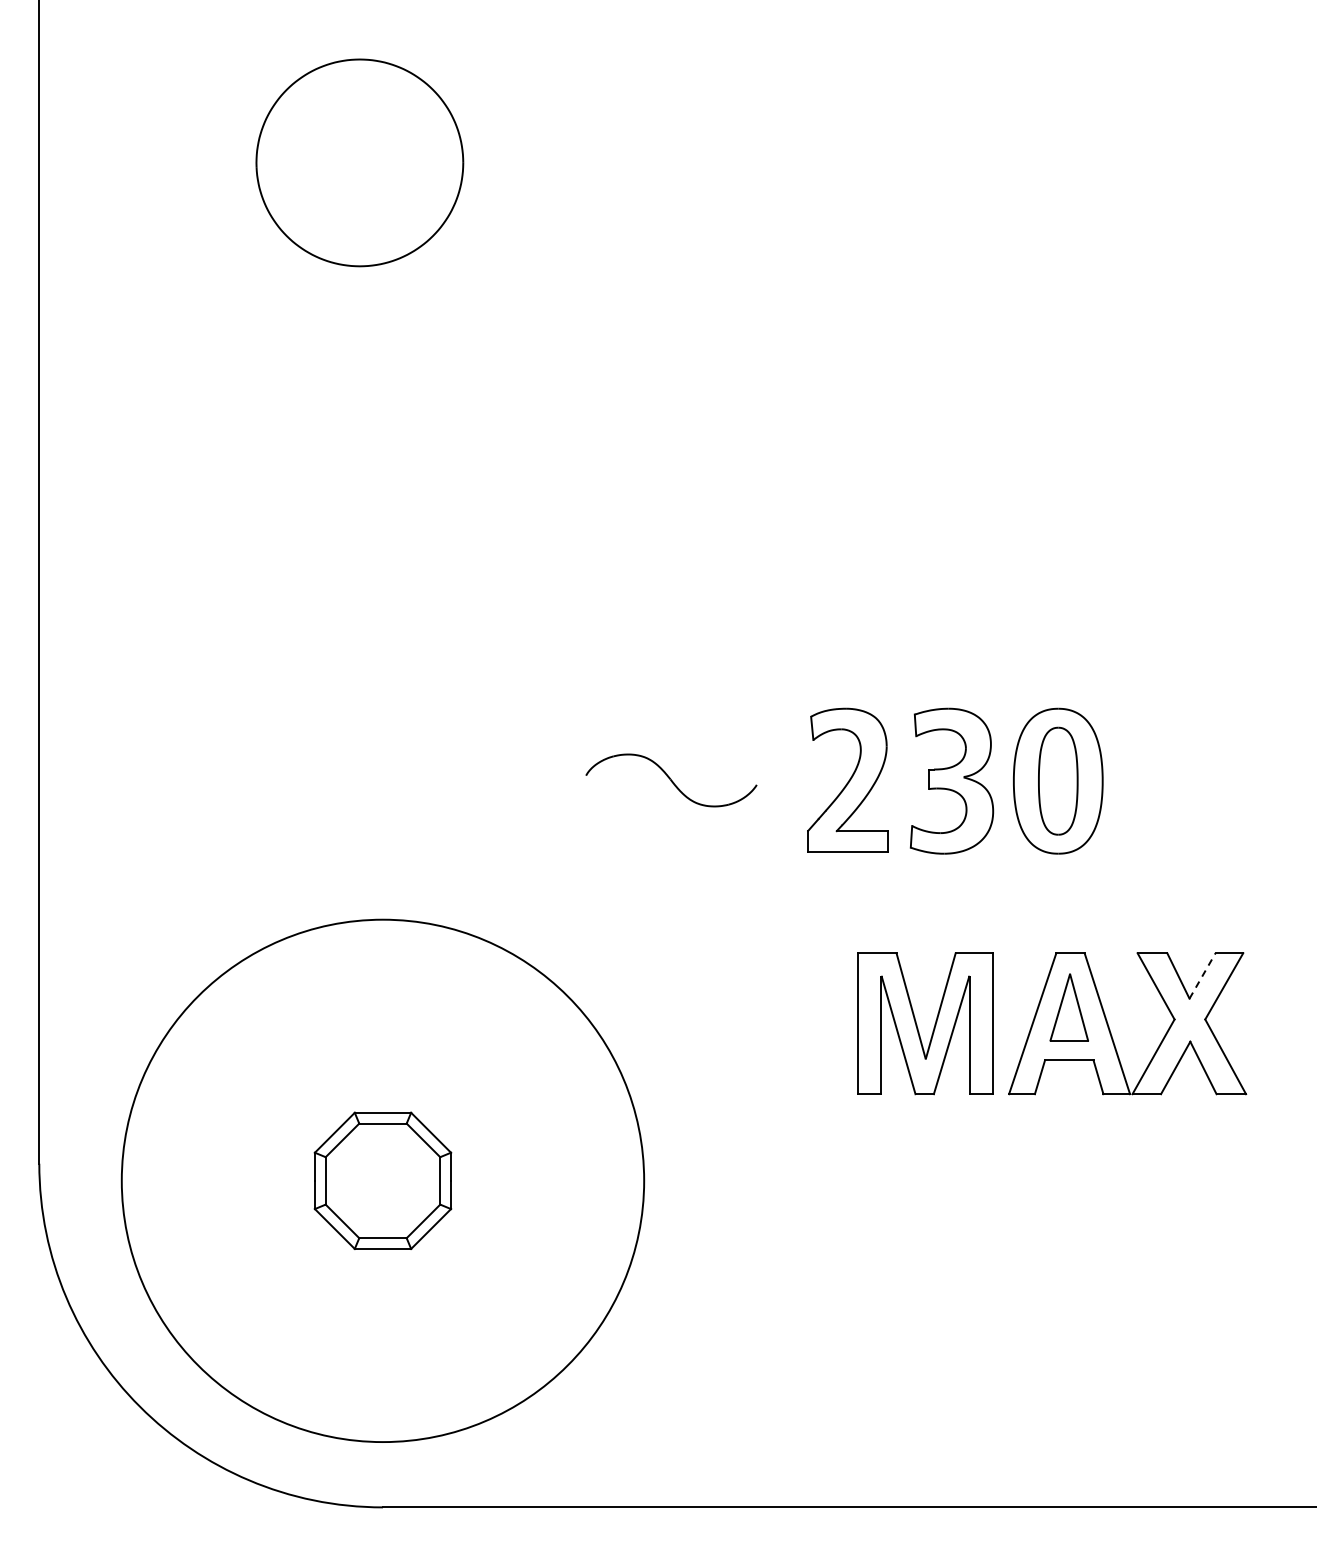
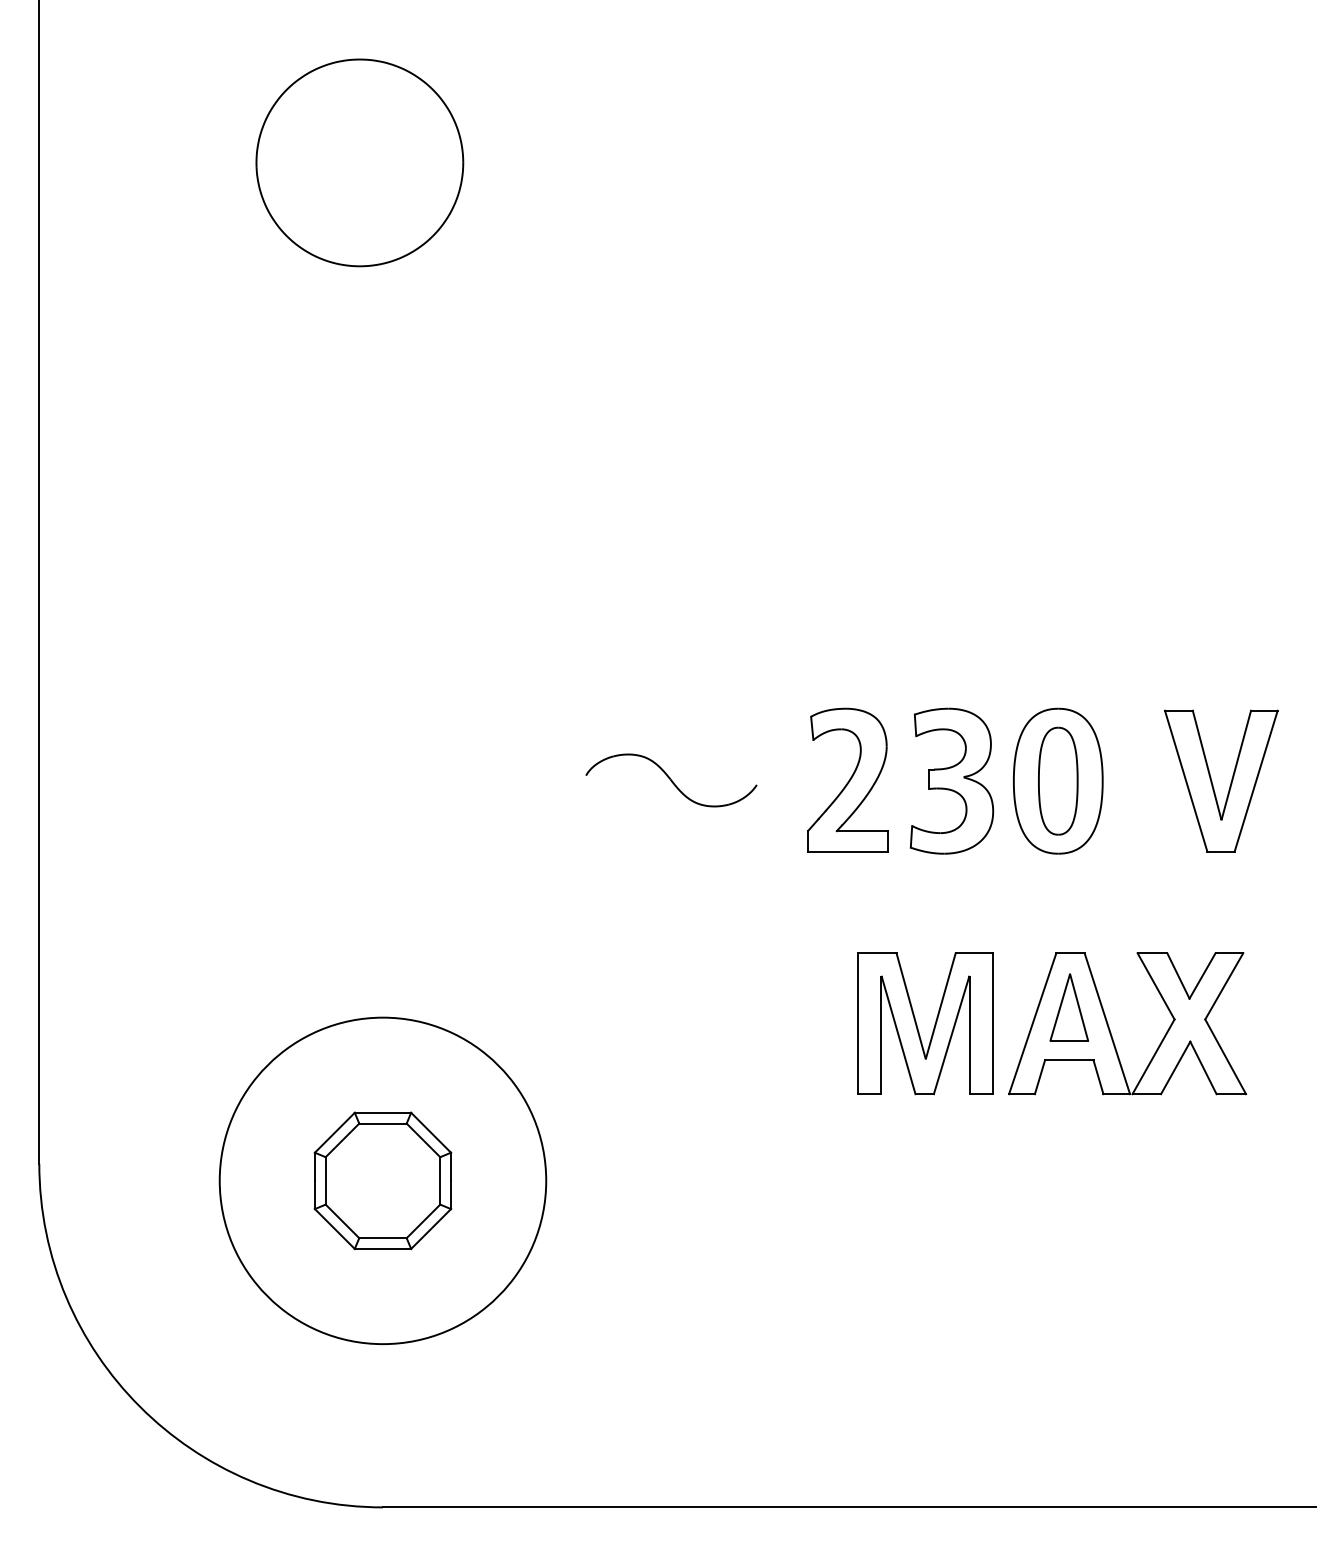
part at (1213, 784): none -> present
line at (1202, 975): dashed -> solid
circle at (382, 1180) diameter: 522 px -> 326 px
